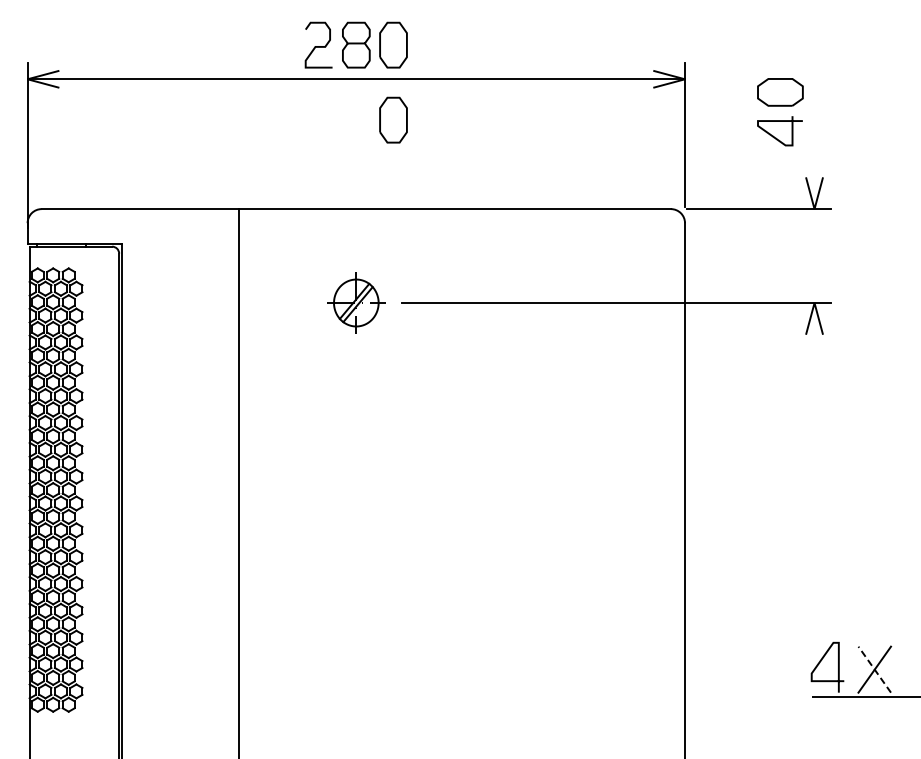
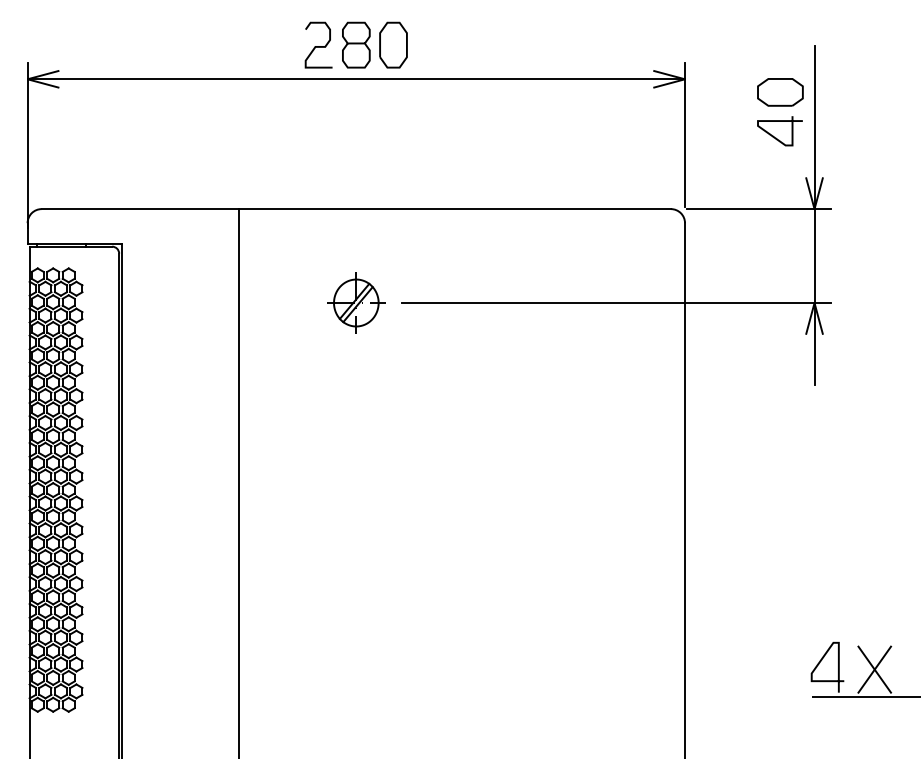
part at (393, 119): present -> none
line at (814, 215): none -> present
line at (874, 669): dashed -> solid
